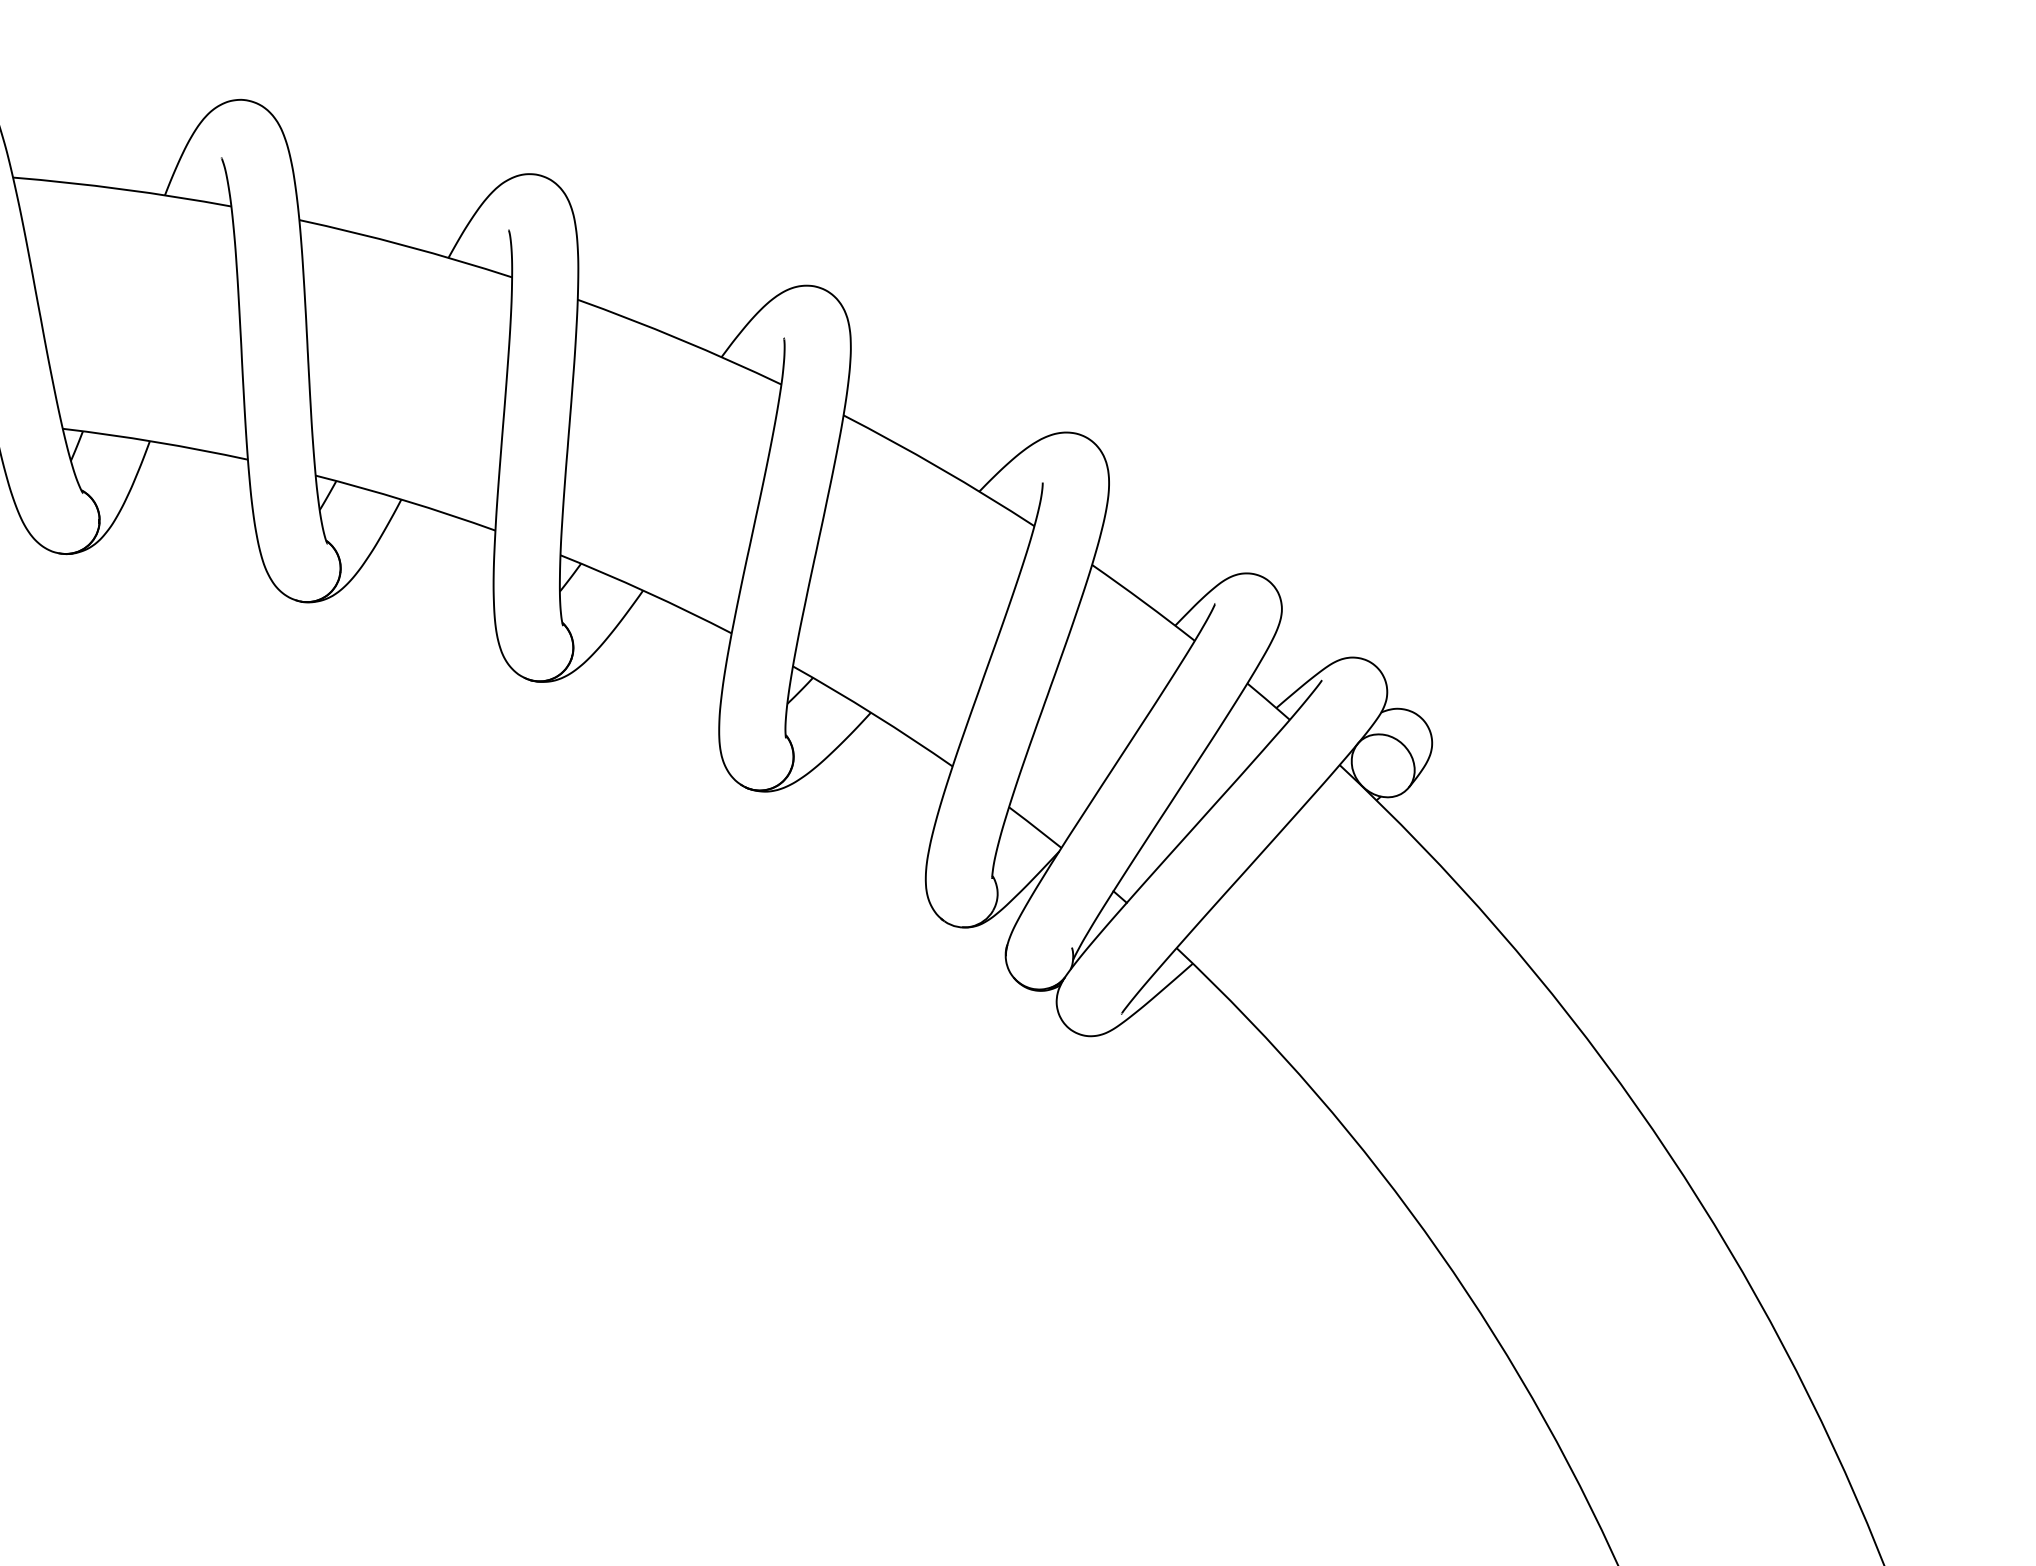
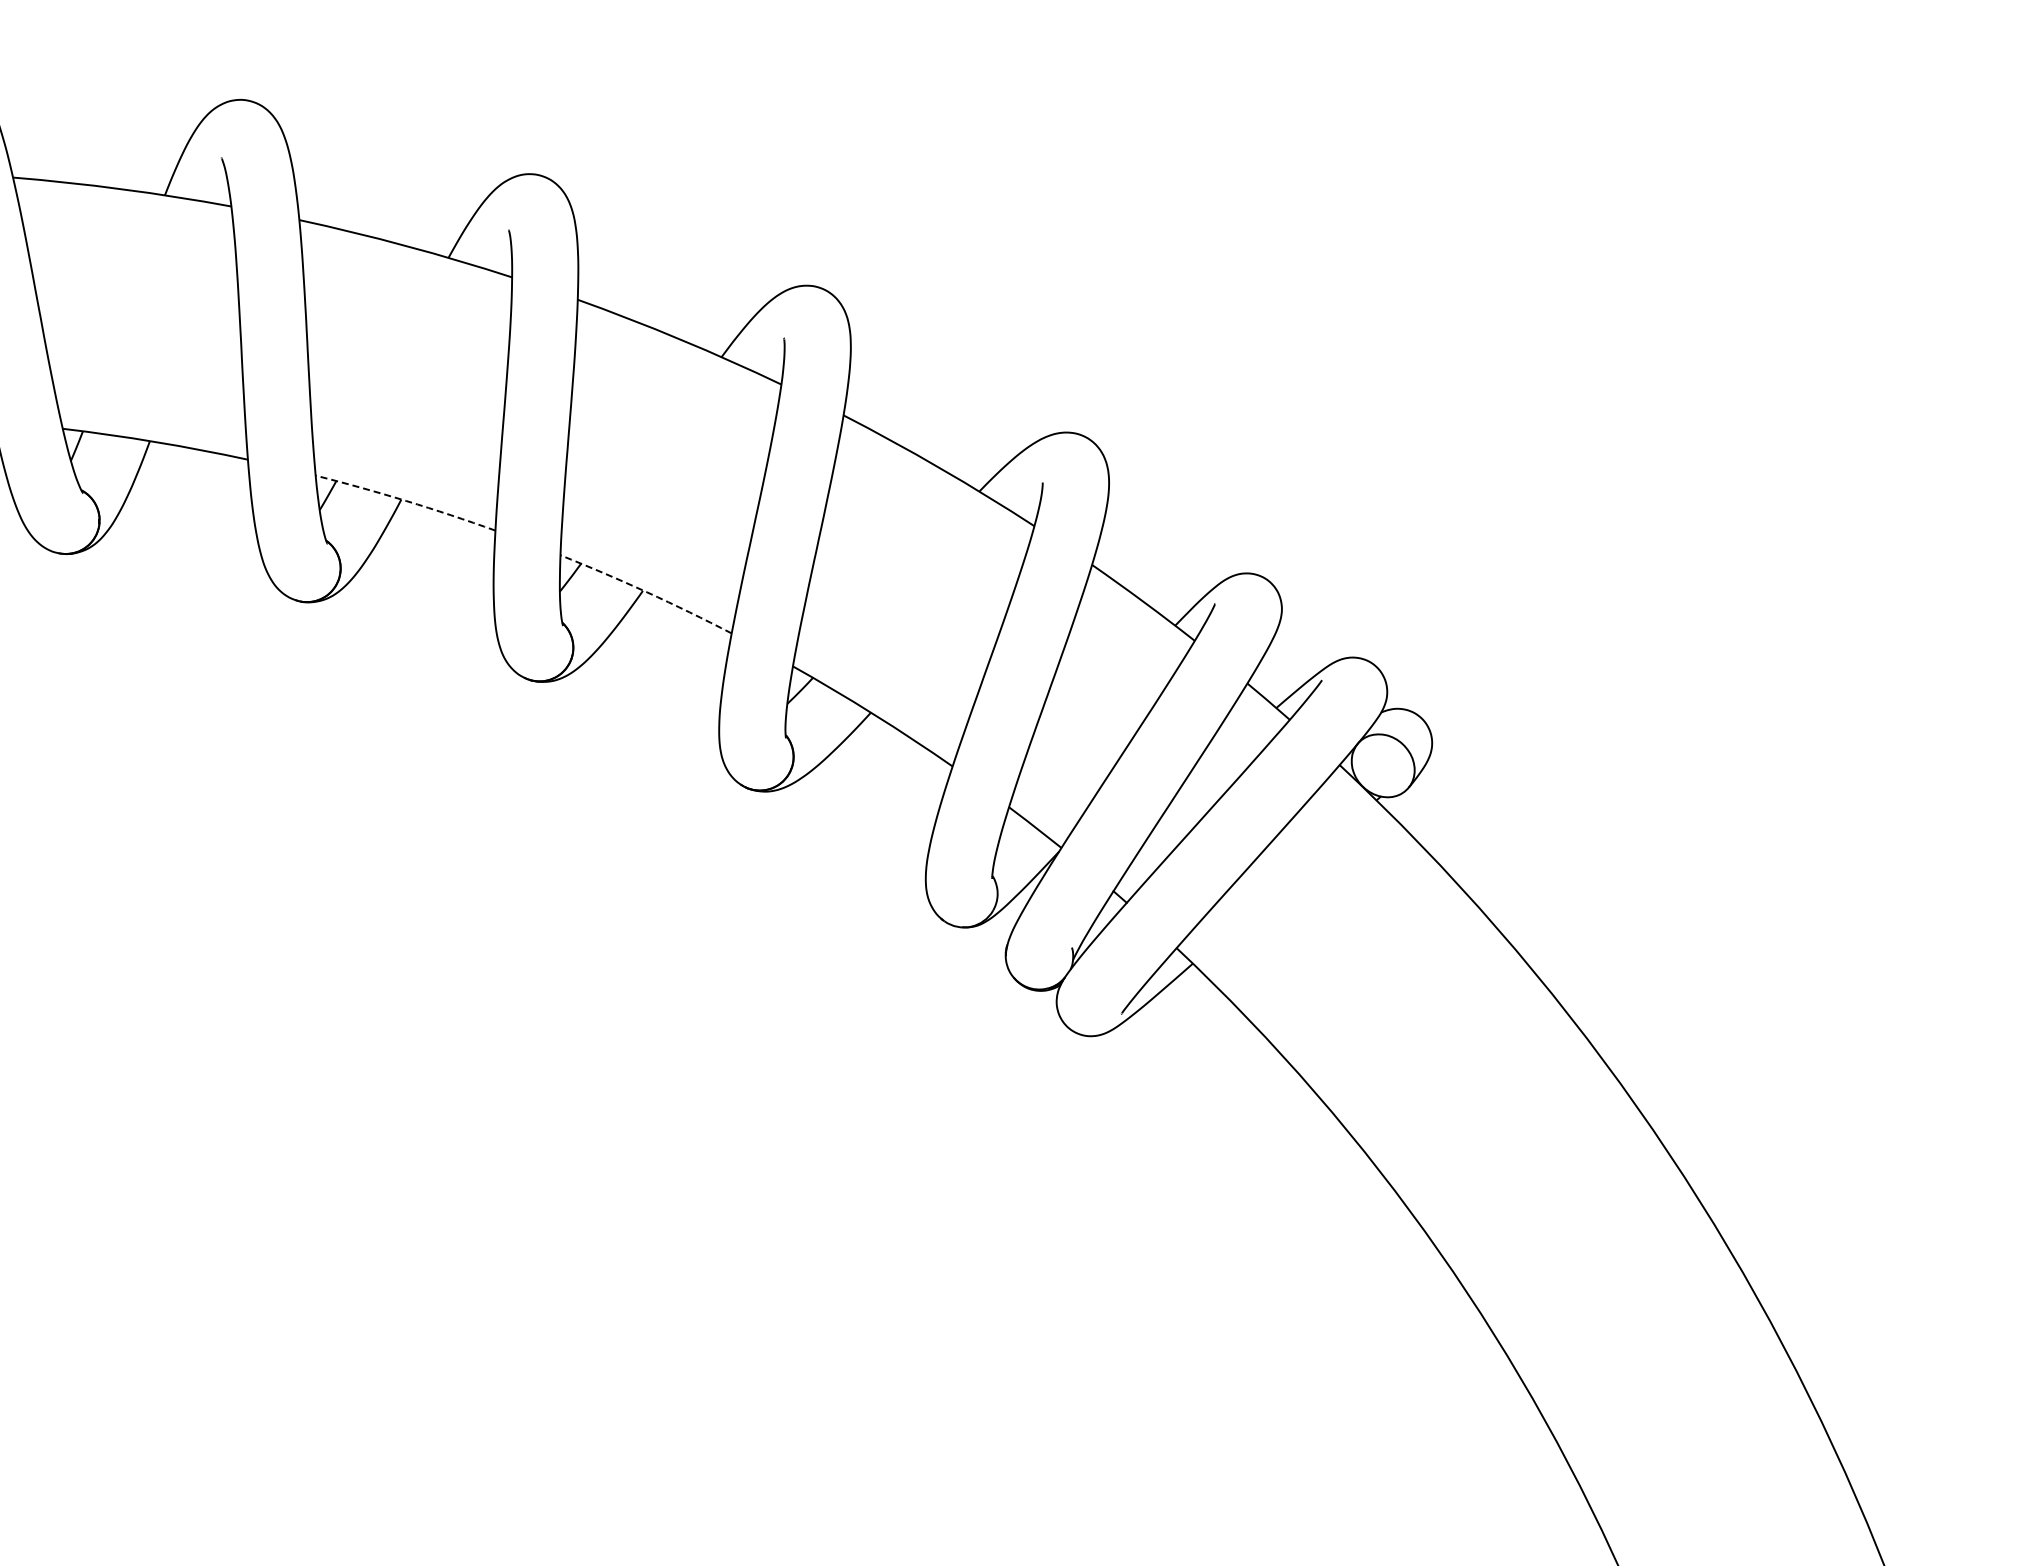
arc at (406, 500): solid -> dashed
arc at (647, 592): solid -> dashed
